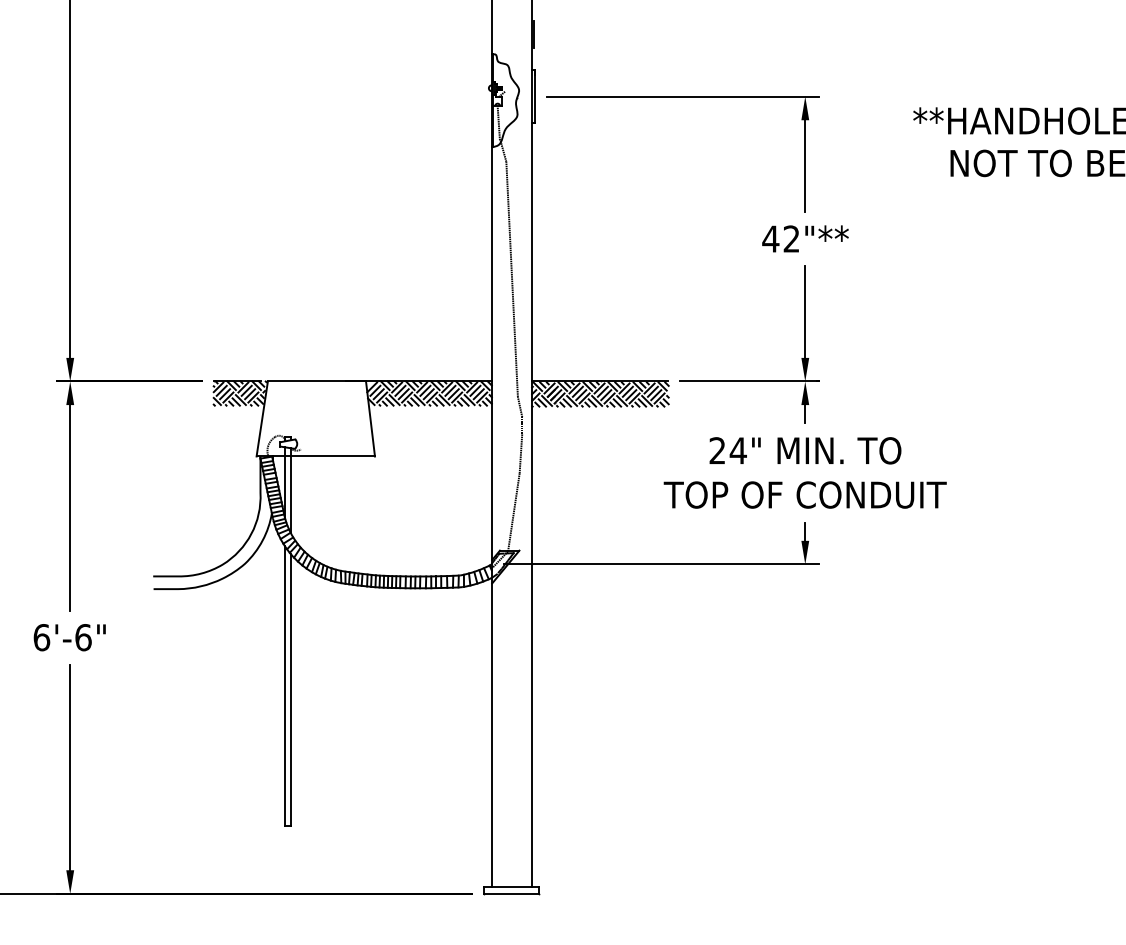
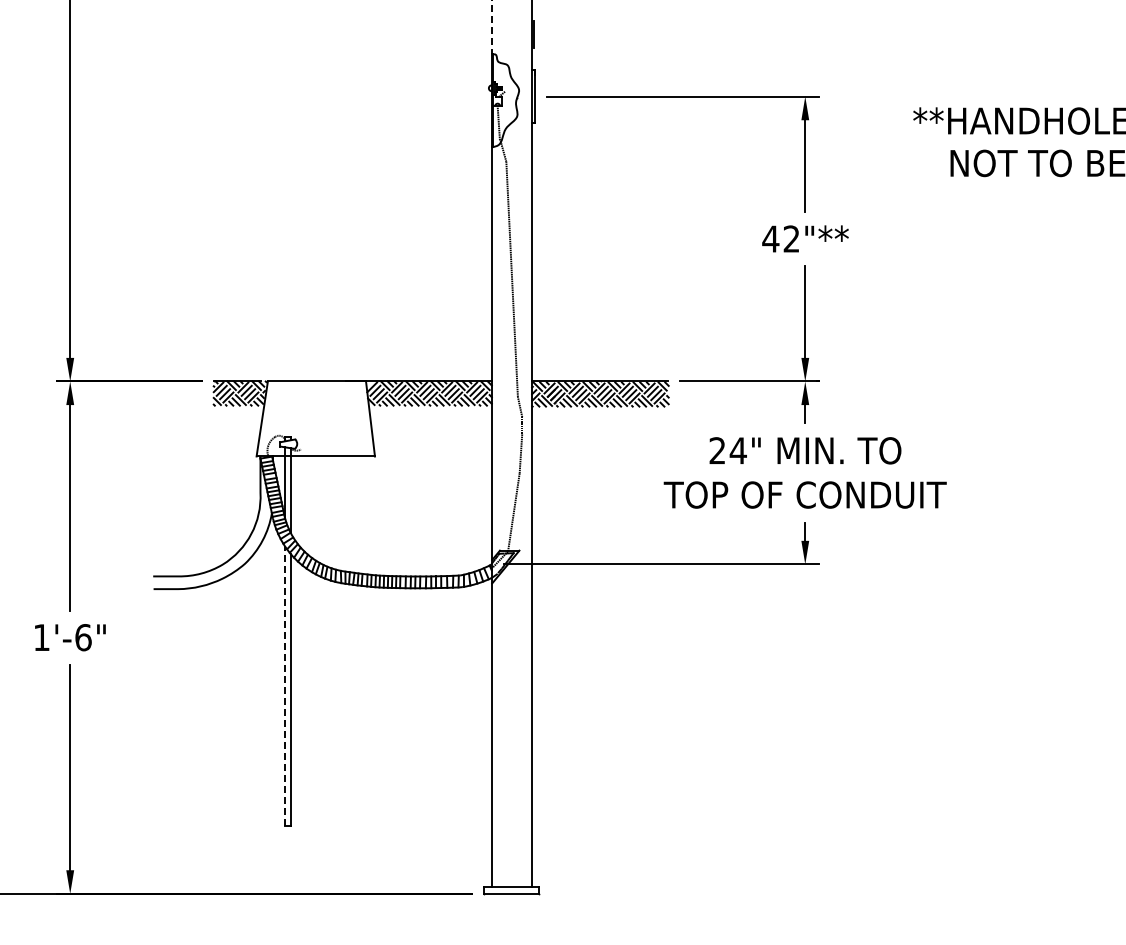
line at (491, 27): solid -> dashed
text at (41, 637): 6'-6" -> 1'-6"
line at (285, 686): solid -> dashed
